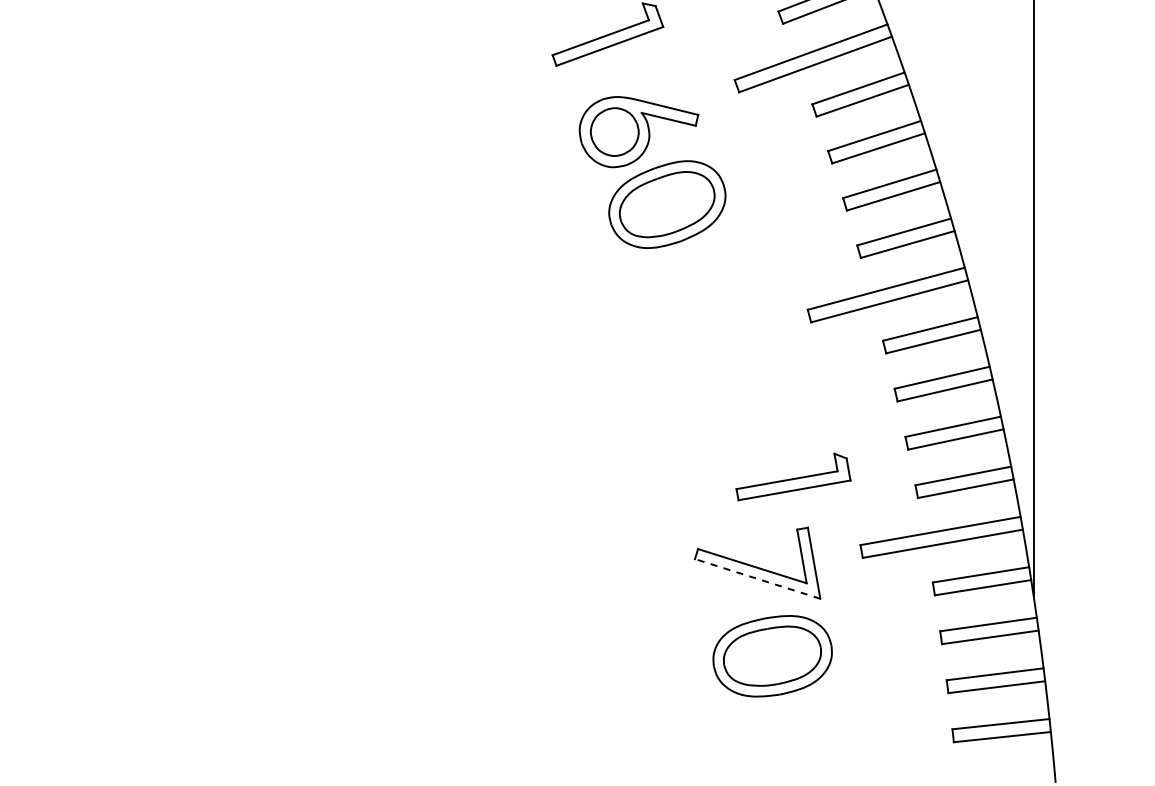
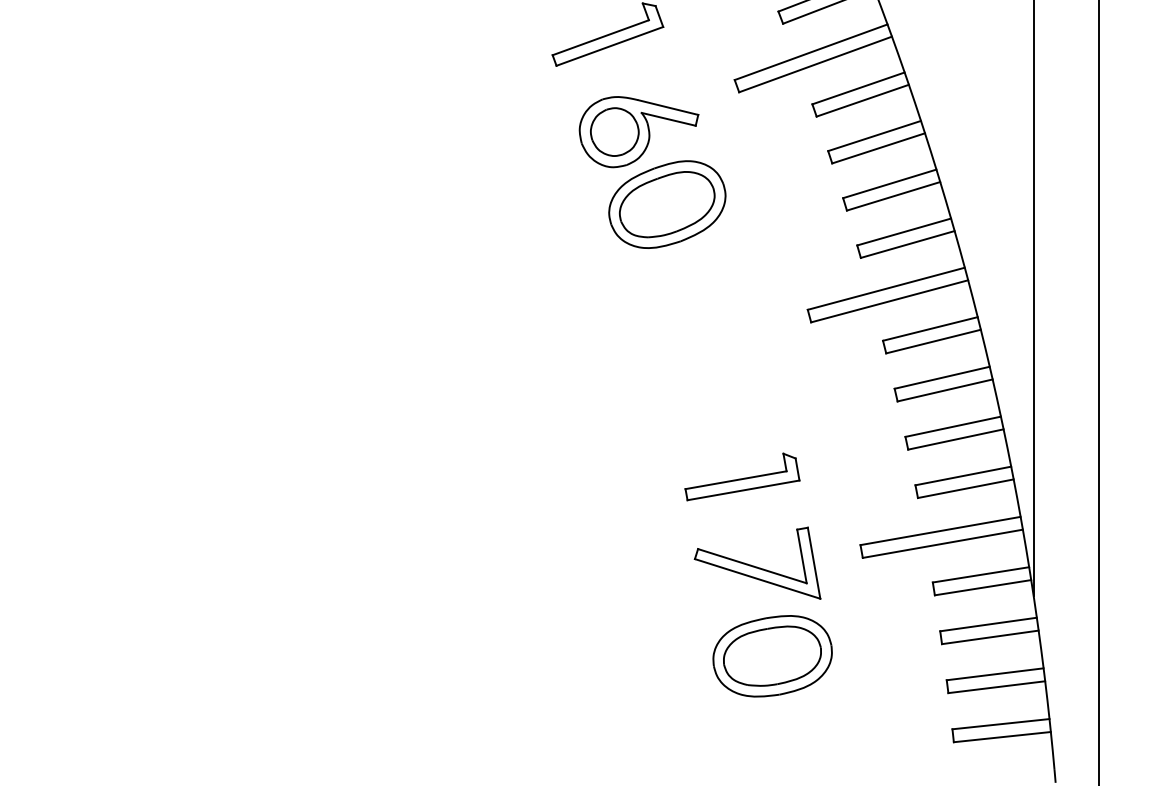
line at (1098, 392): none -> present
part at (793, 476) position: (793, 476) -> (742, 476)
line at (757, 578): dashed -> solid
